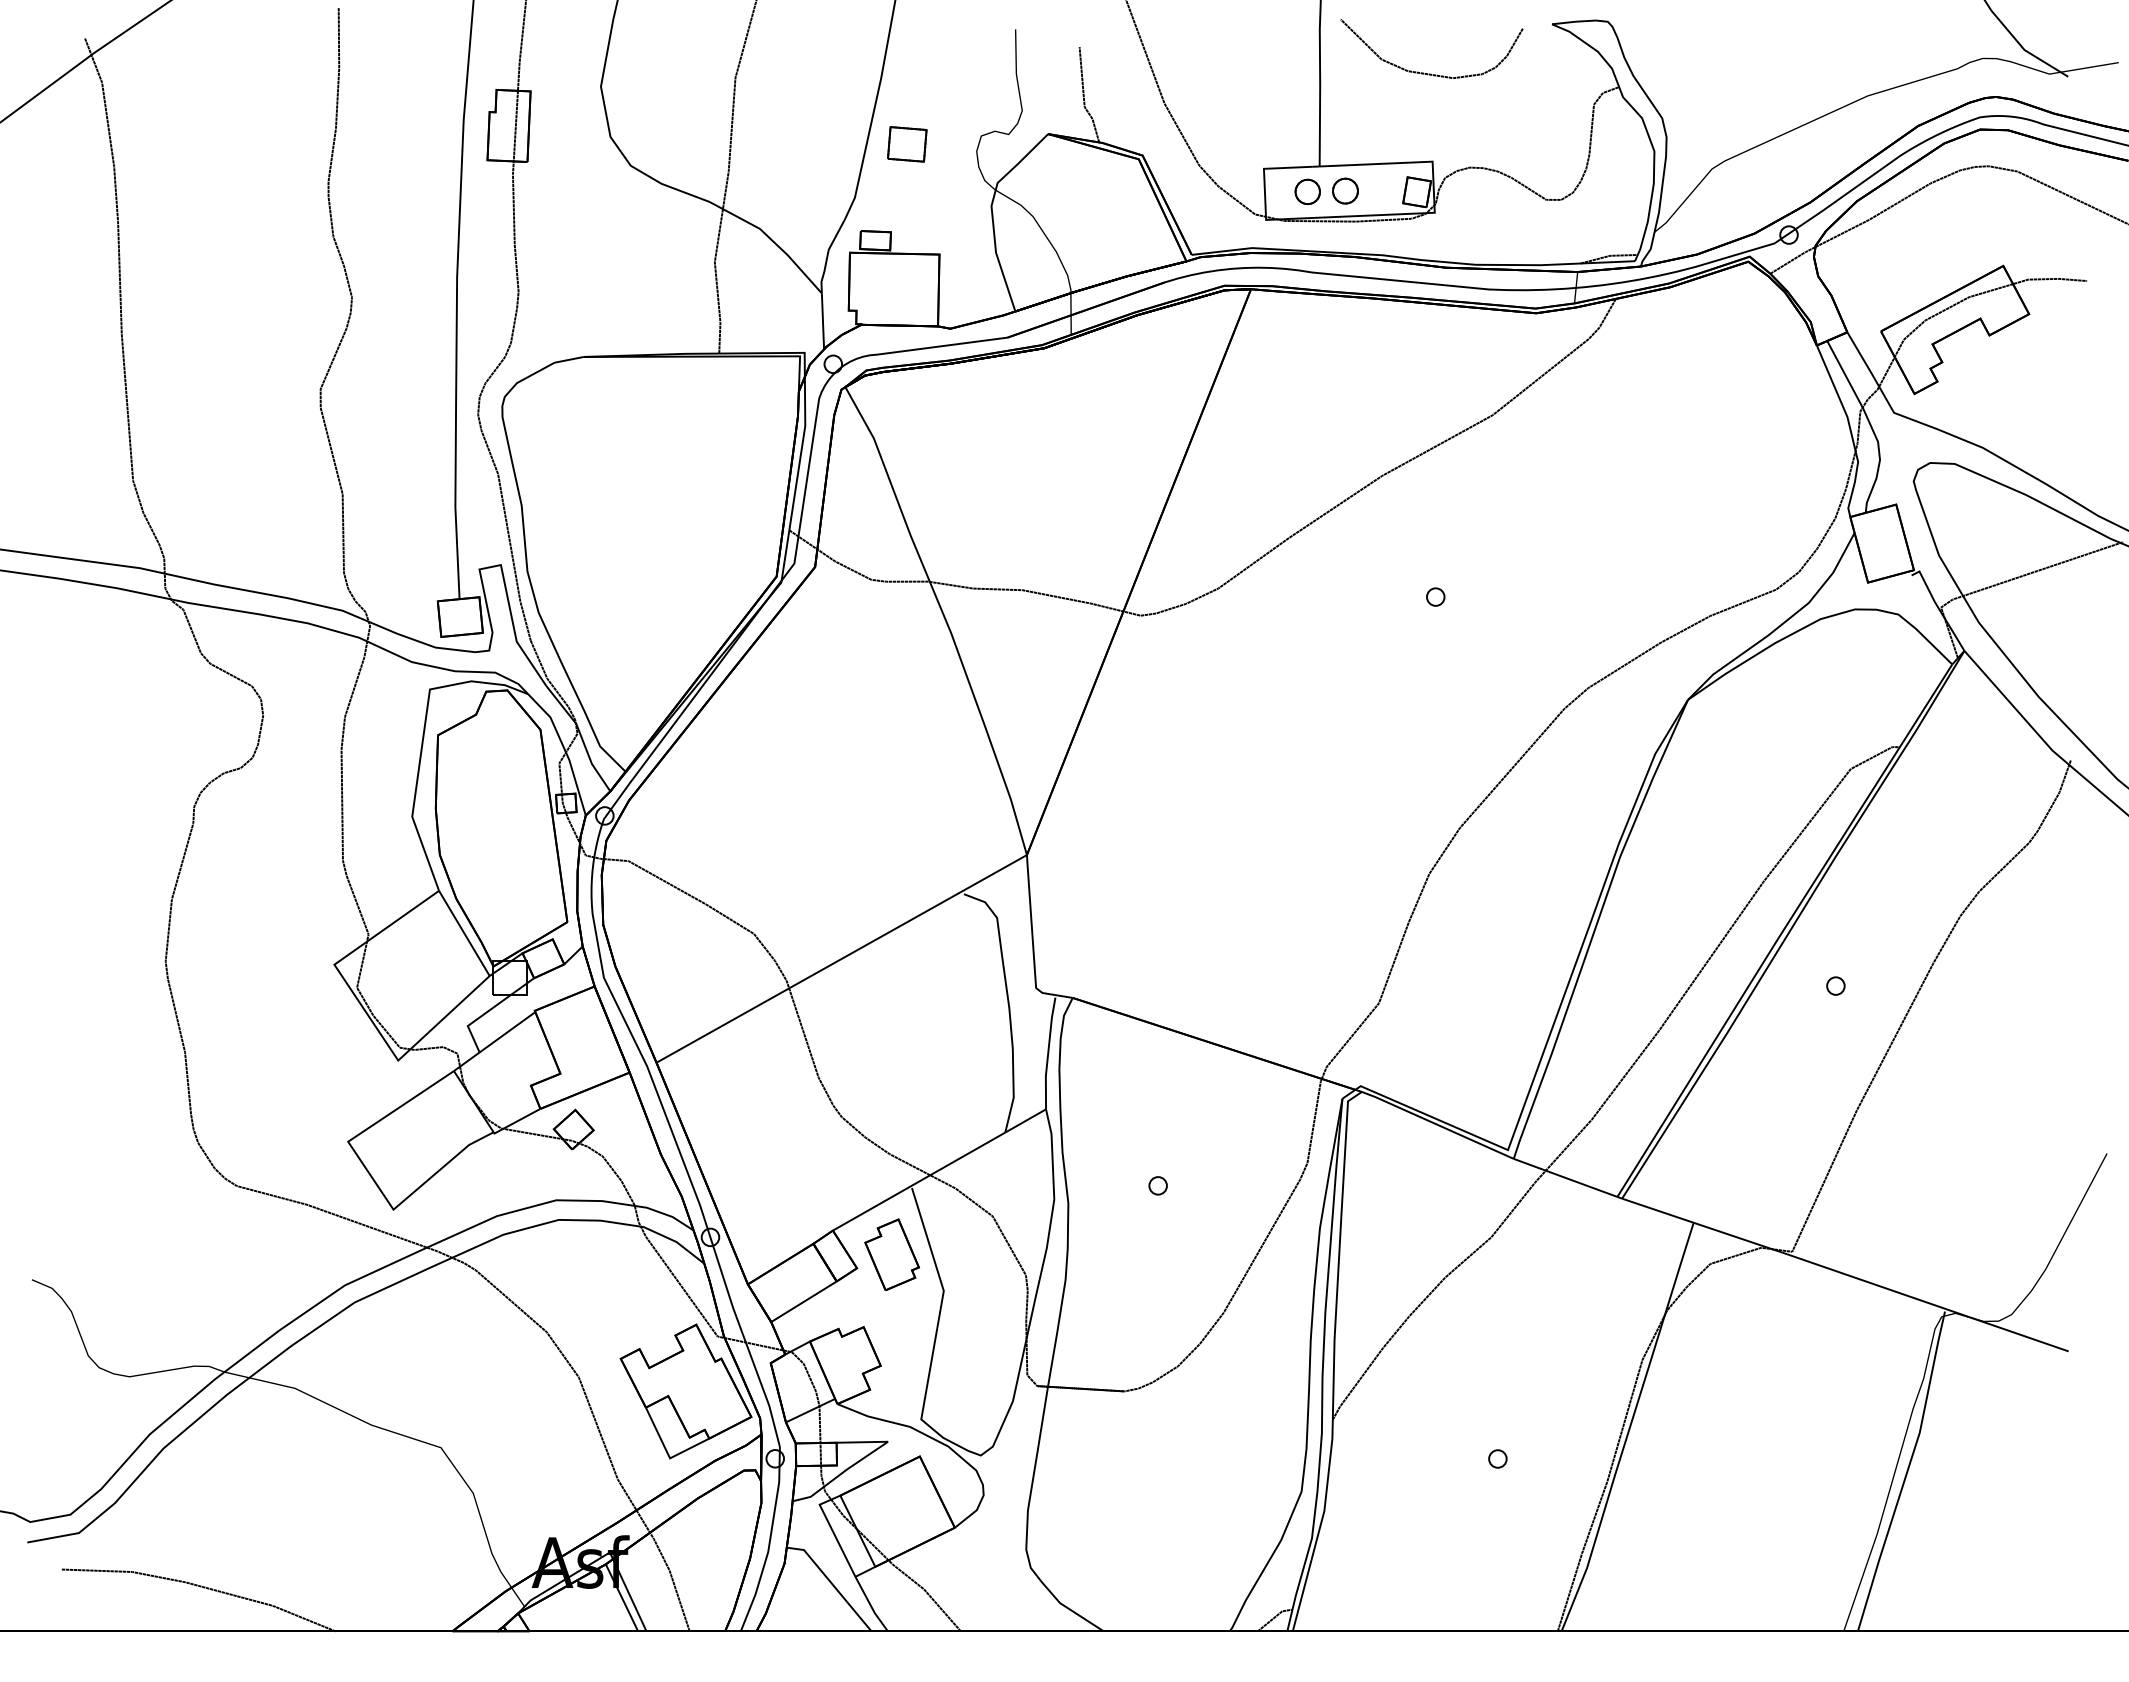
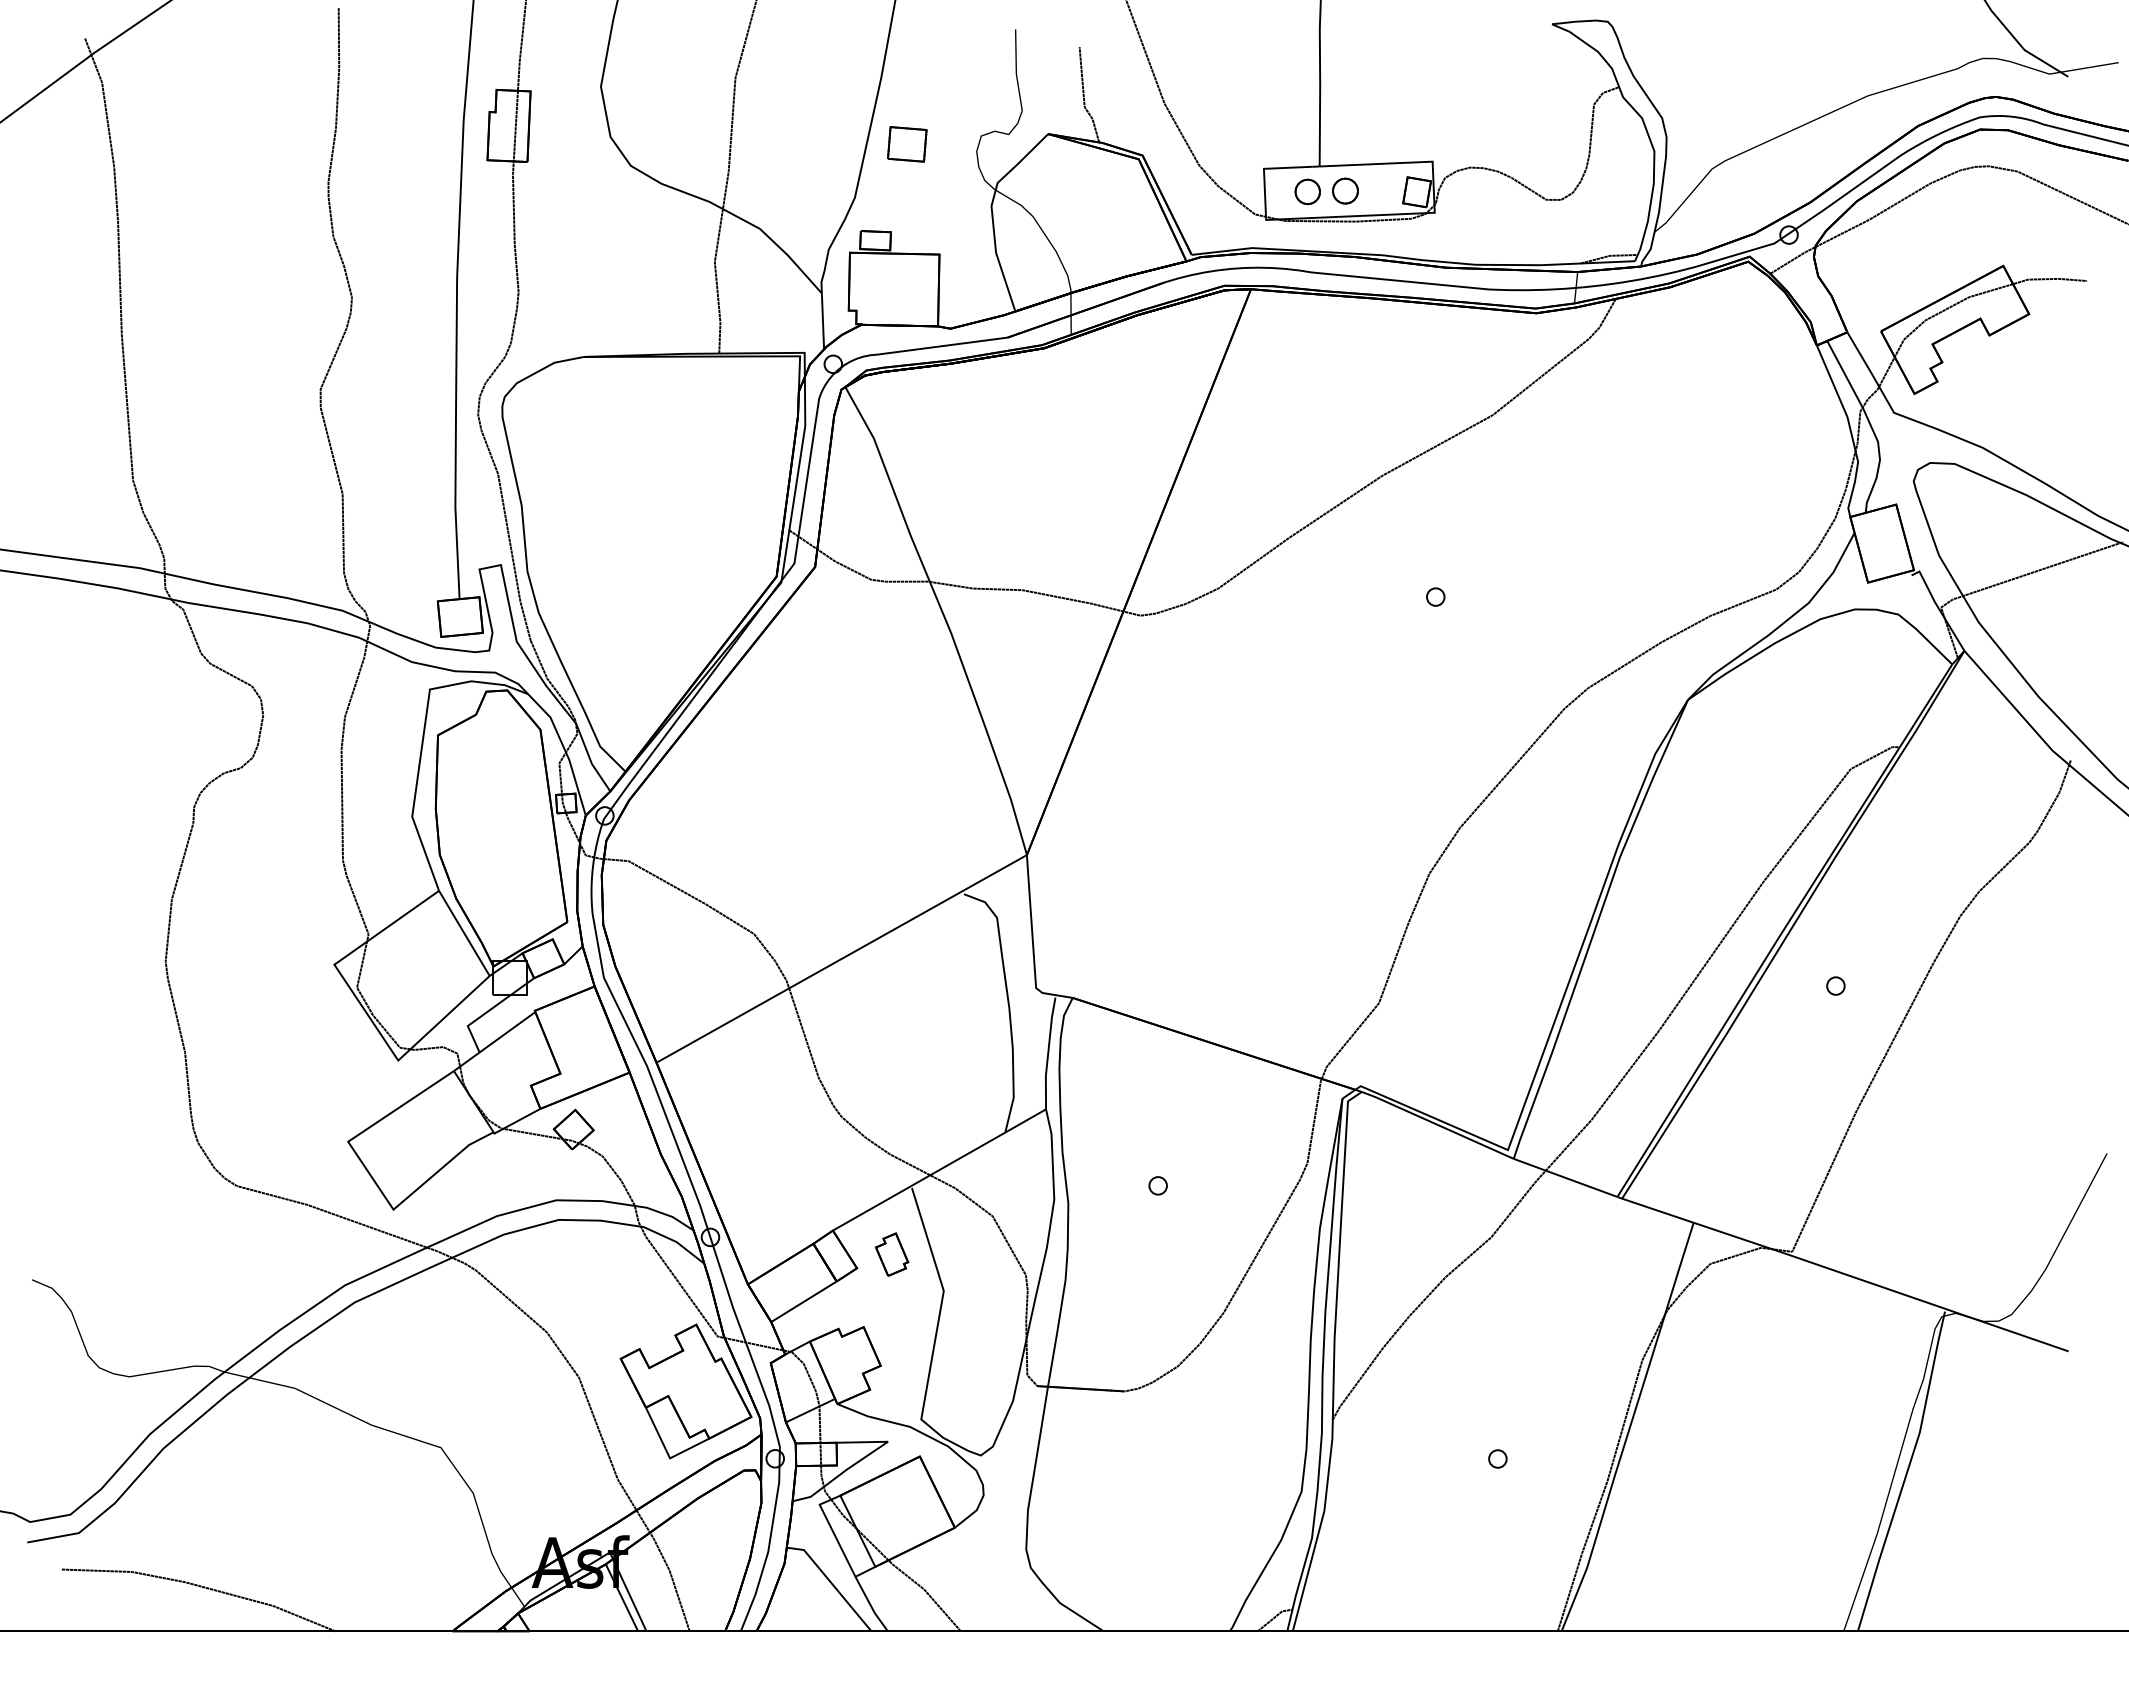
curve at (1431, 73): present -> none
part at (891, 1254) size: 56x73 px -> 35x45 px
